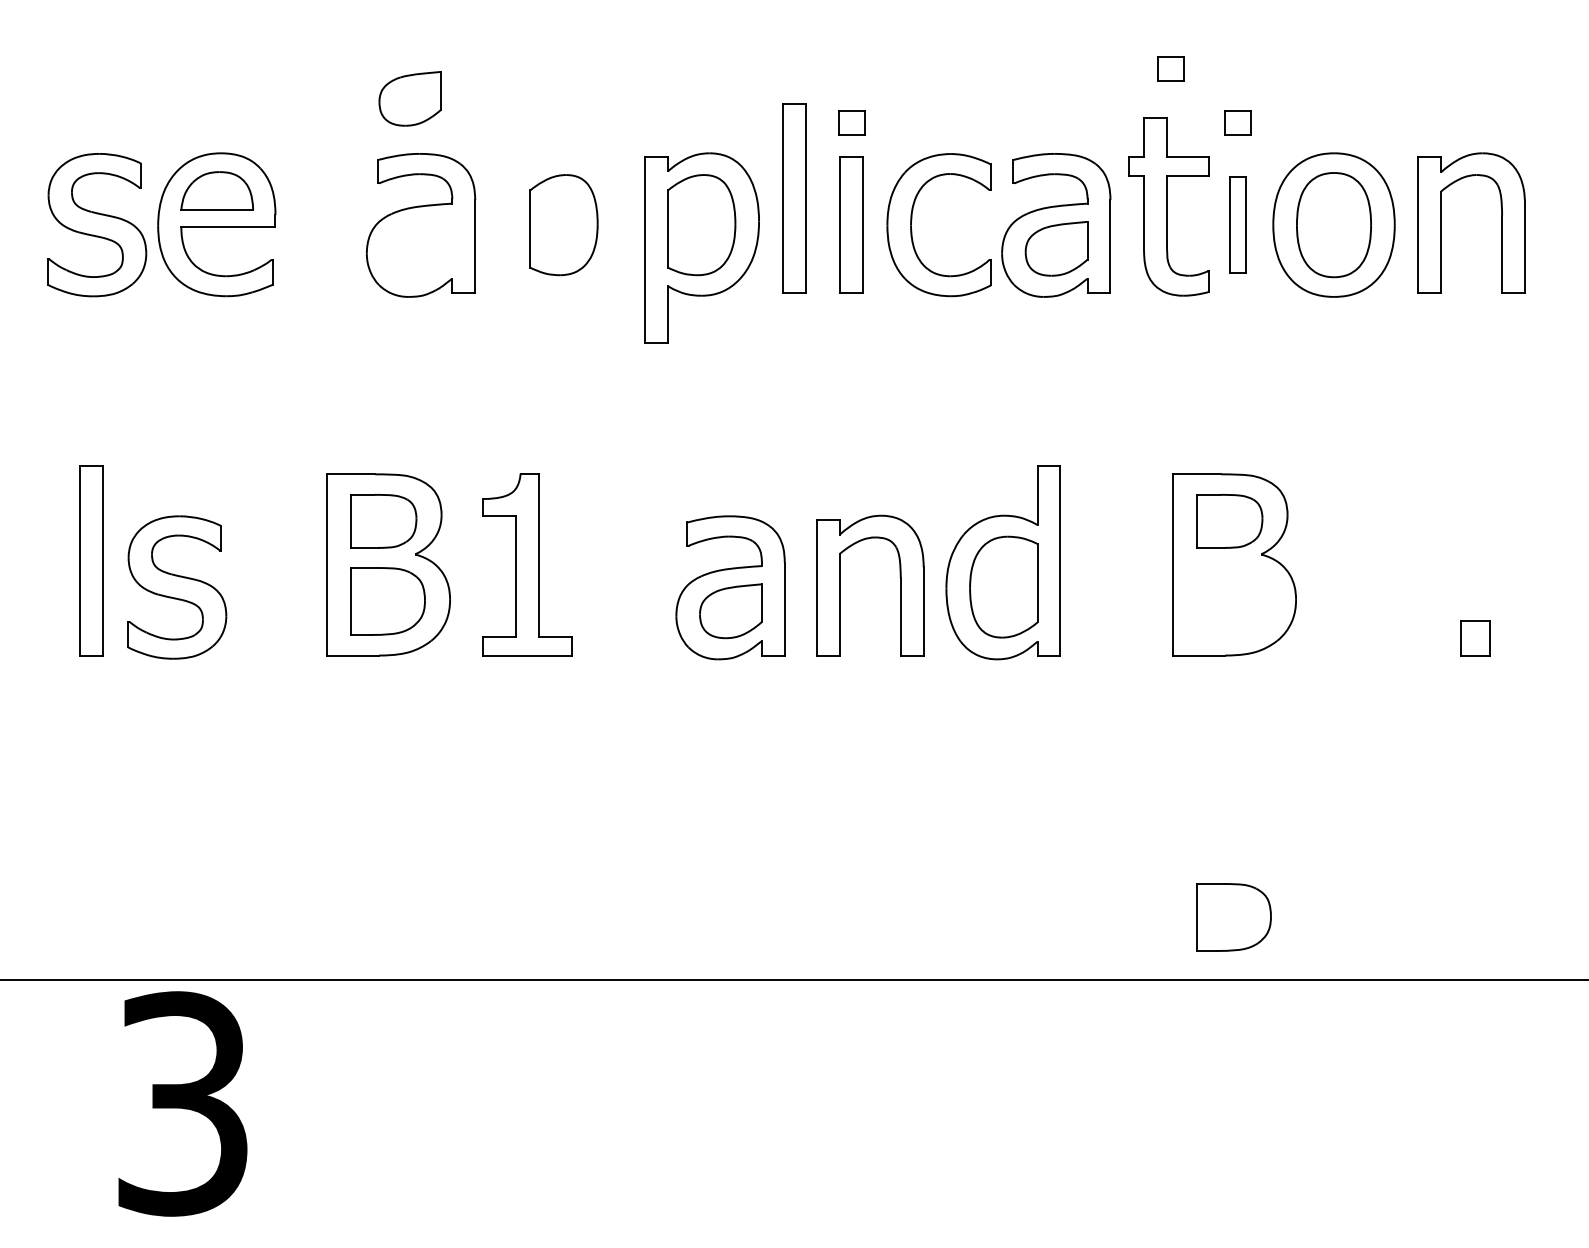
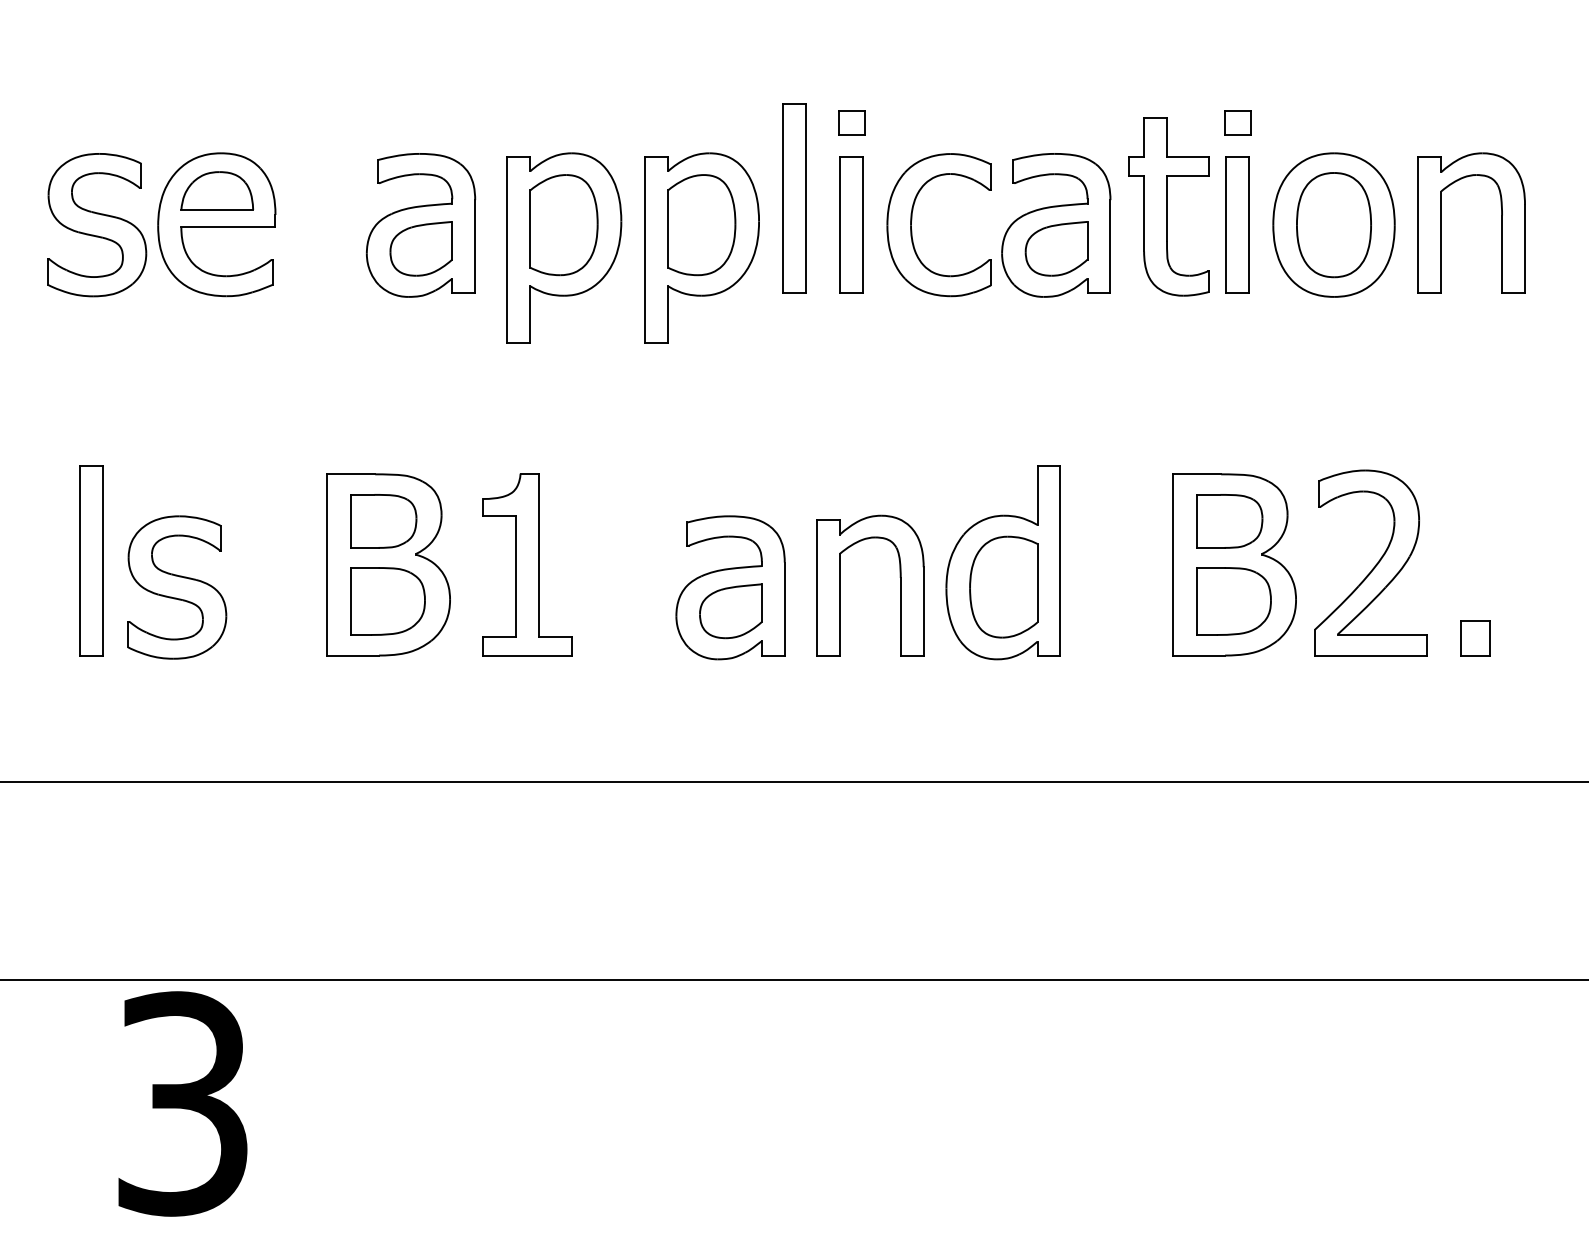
part at (1170, 68): present -> none
part at (409, 98) position: (409, 98) -> (420, 248)
part at (1237, 224) size: 18x98 px -> 25x138 px
part at (564, 247): none -> present
part at (1370, 562): none -> present
line at (793, 781): none -> present
part at (1233, 917) position: (1233, 917) -> (1233, 601)
